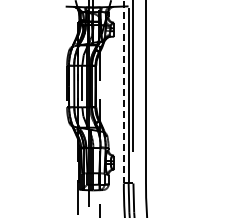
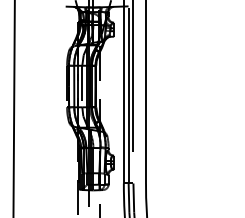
line at (123, 91): dashed -> solid
line at (13, 108): none -> present
